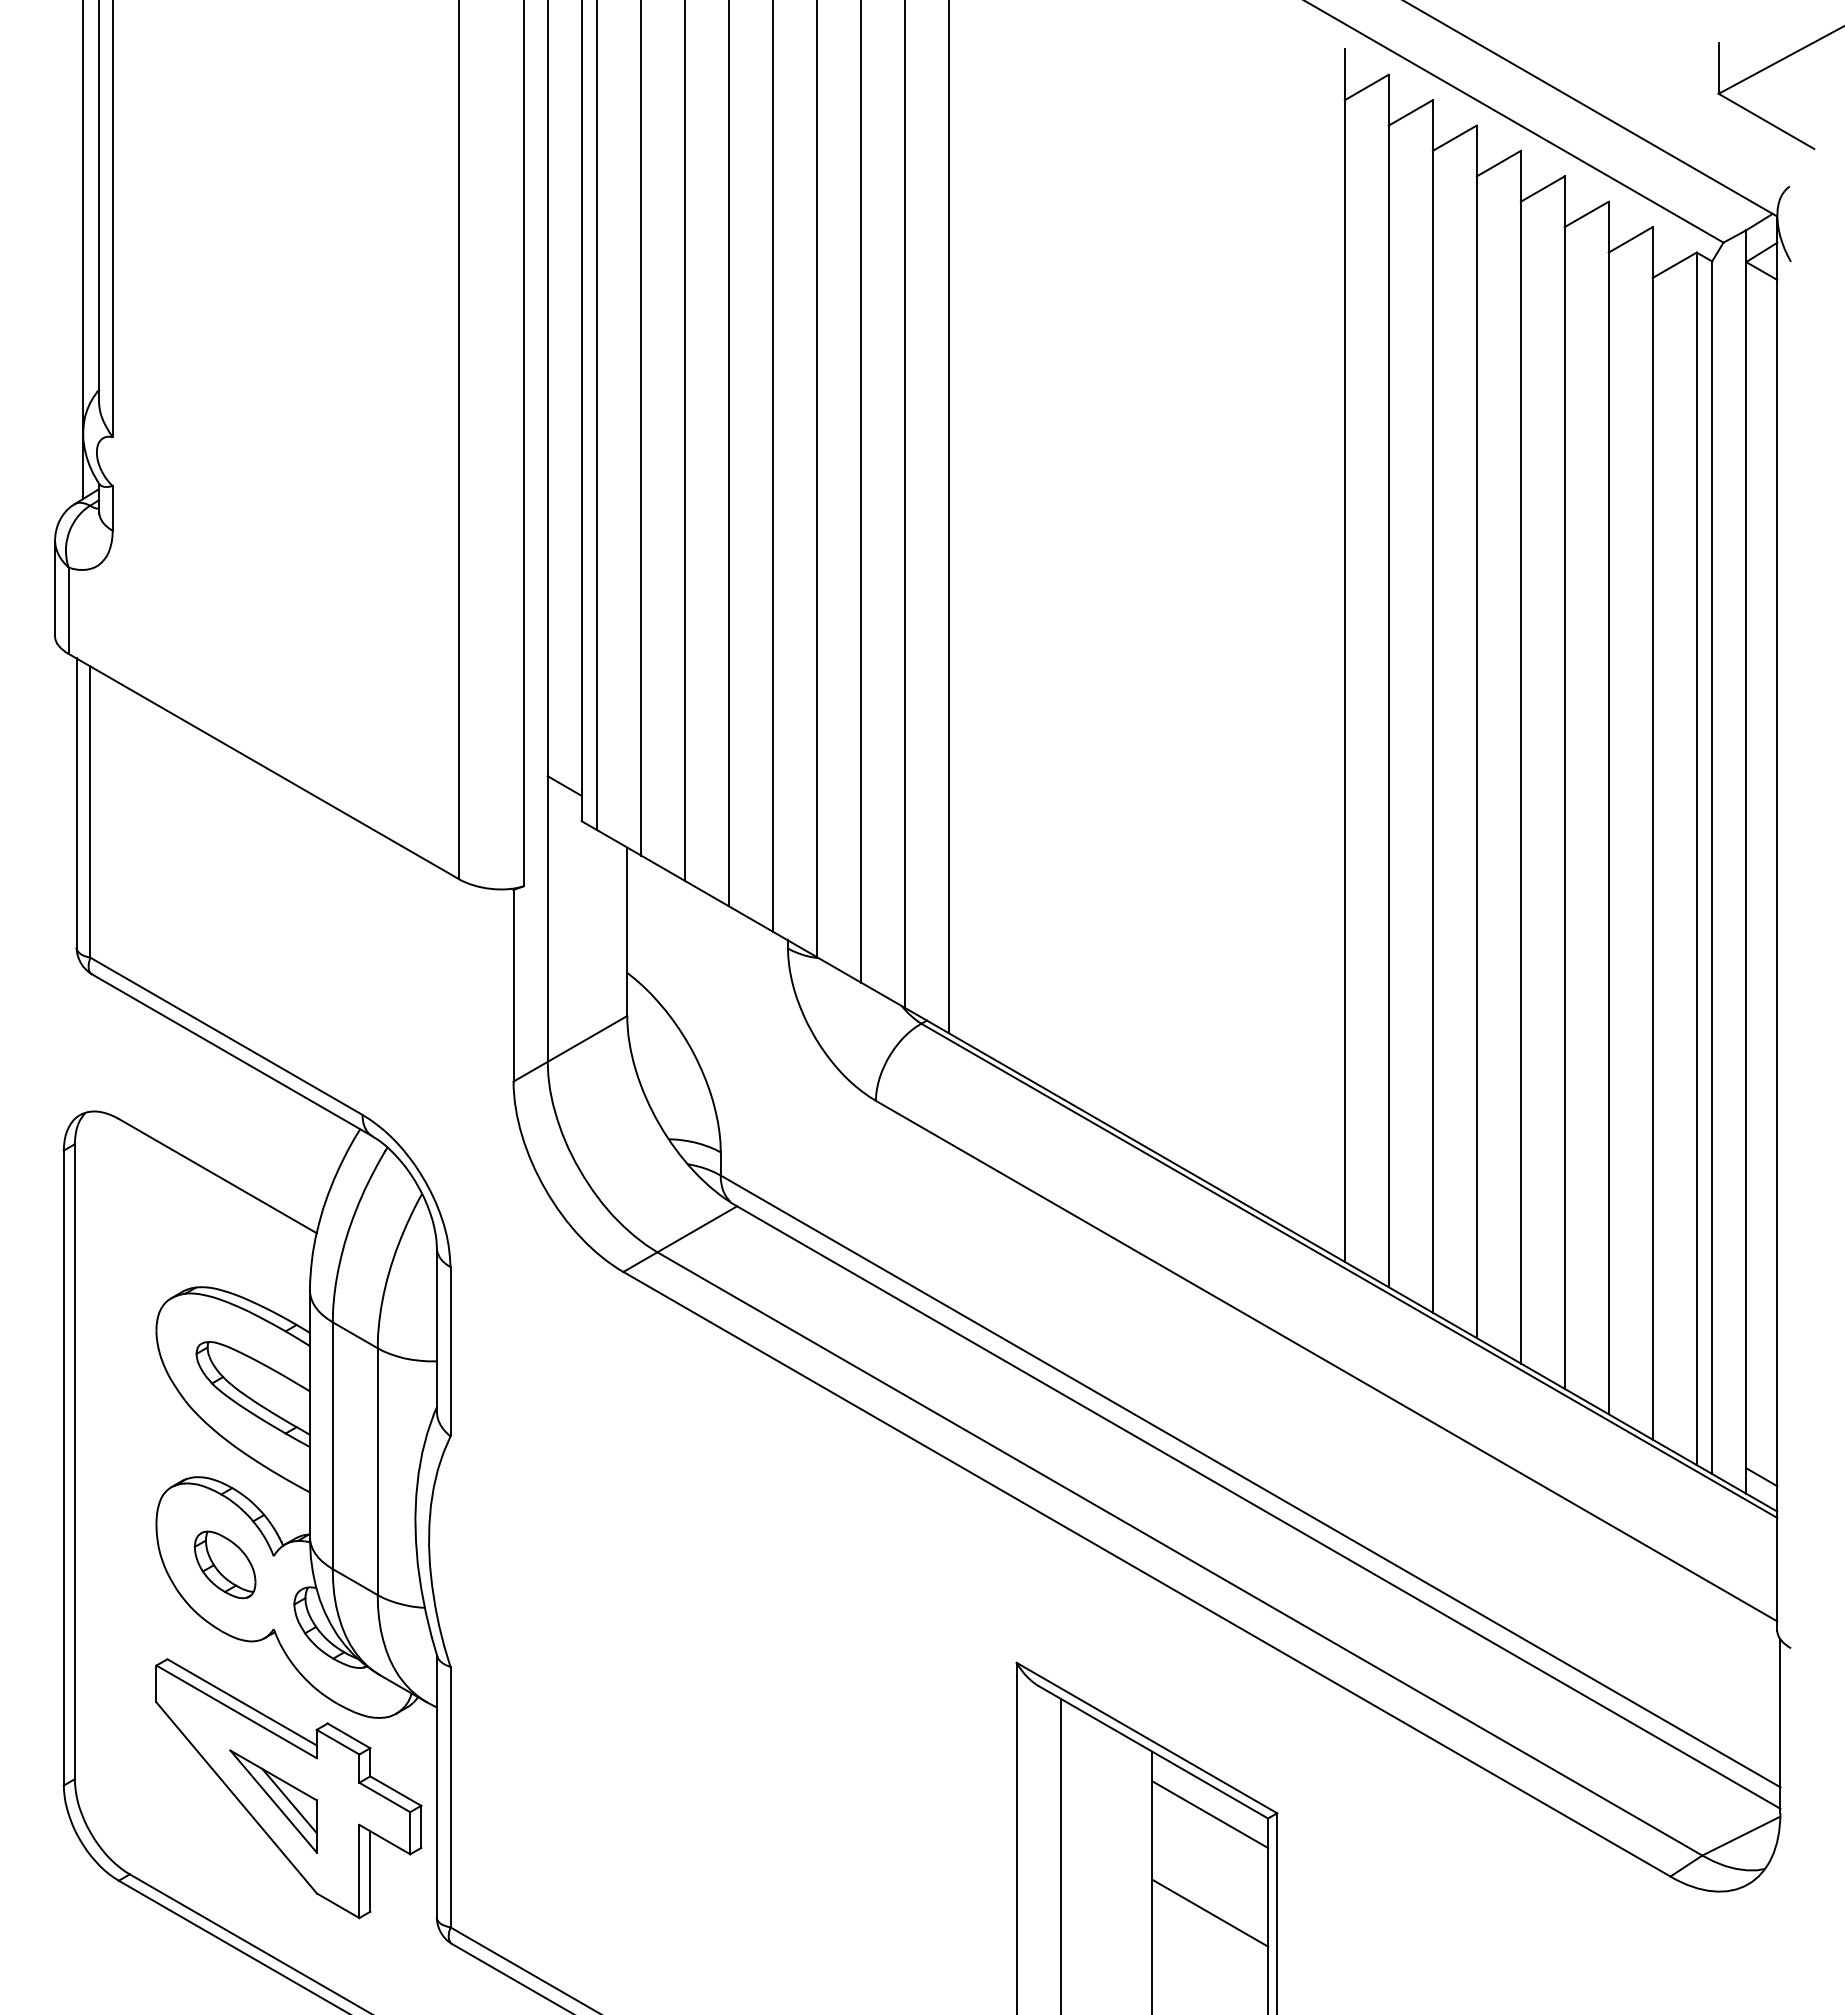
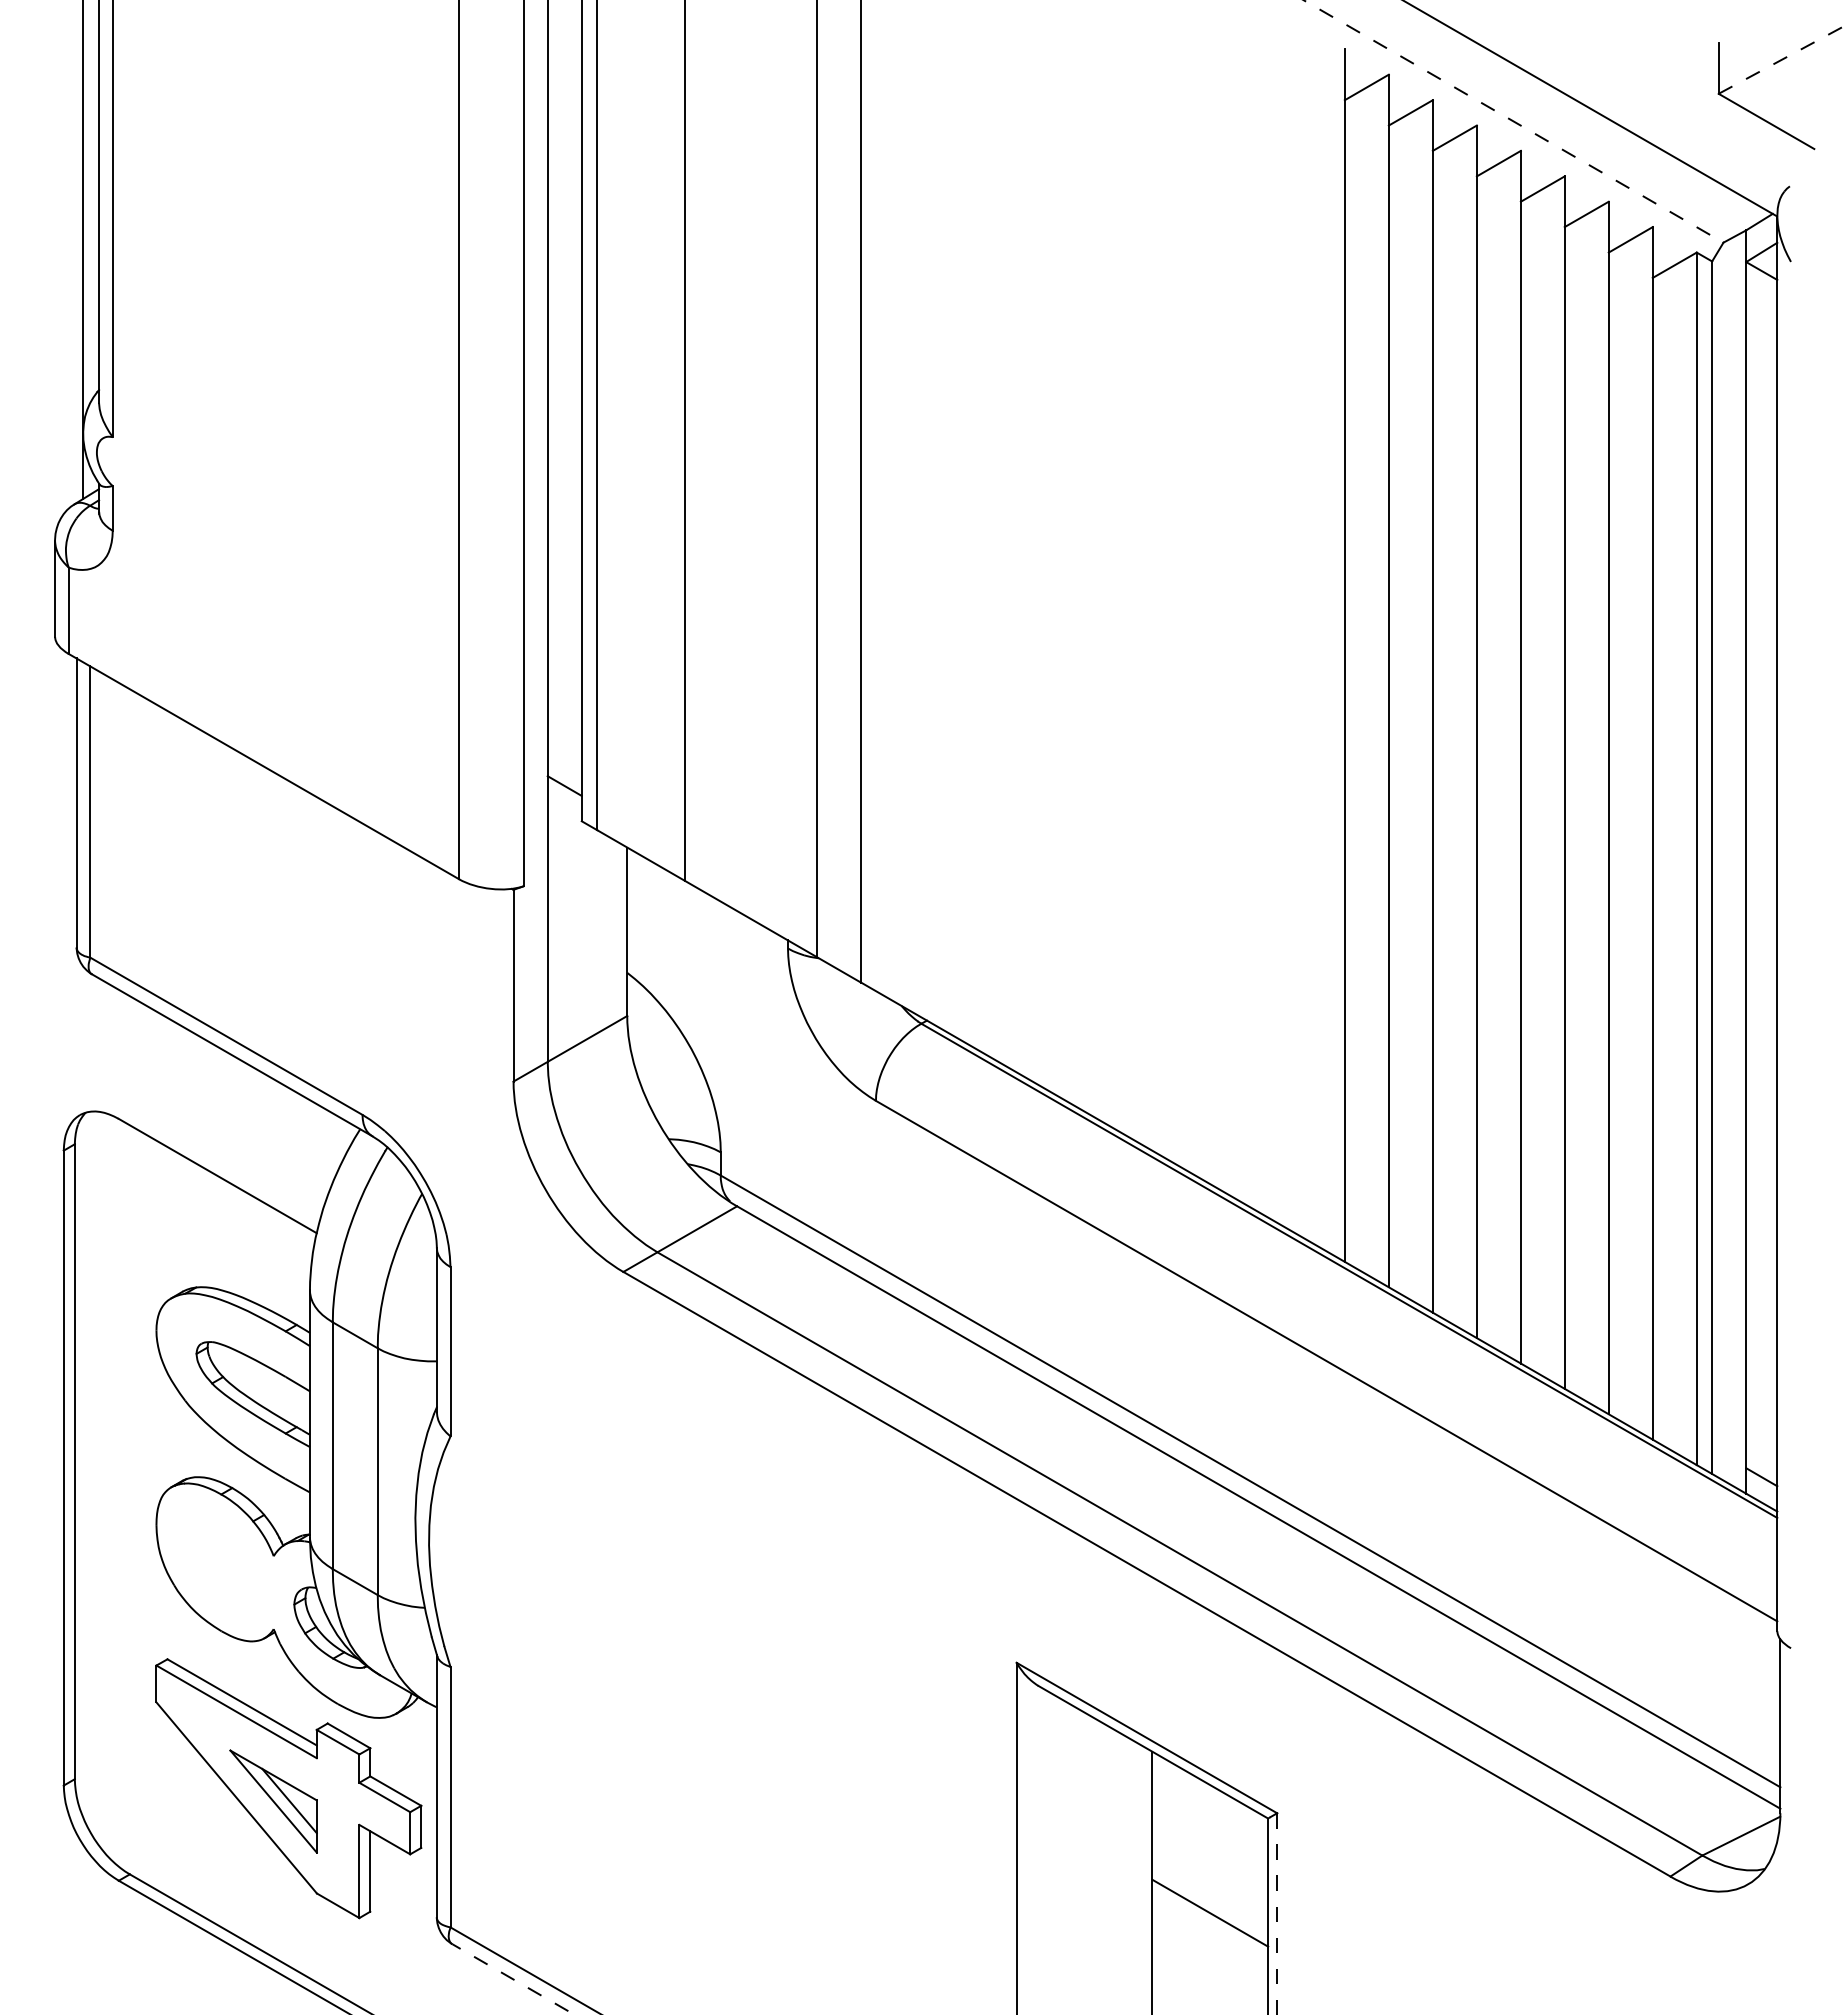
line at (1781, 59): solid -> dashed
line at (1514, 121): solid -> dashed
line at (641, 428): present -> none
line at (729, 454): present -> none
line at (773, 466): present -> none
line at (905, 504): present -> none
line at (949, 517): present -> none
part at (224, 1564): present -> none
line at (1210, 1814): present -> none
line at (1061, 1854): present -> none
line at (1277, 1914): solid -> dashed
line at (512, 1979): solid -> dashed
